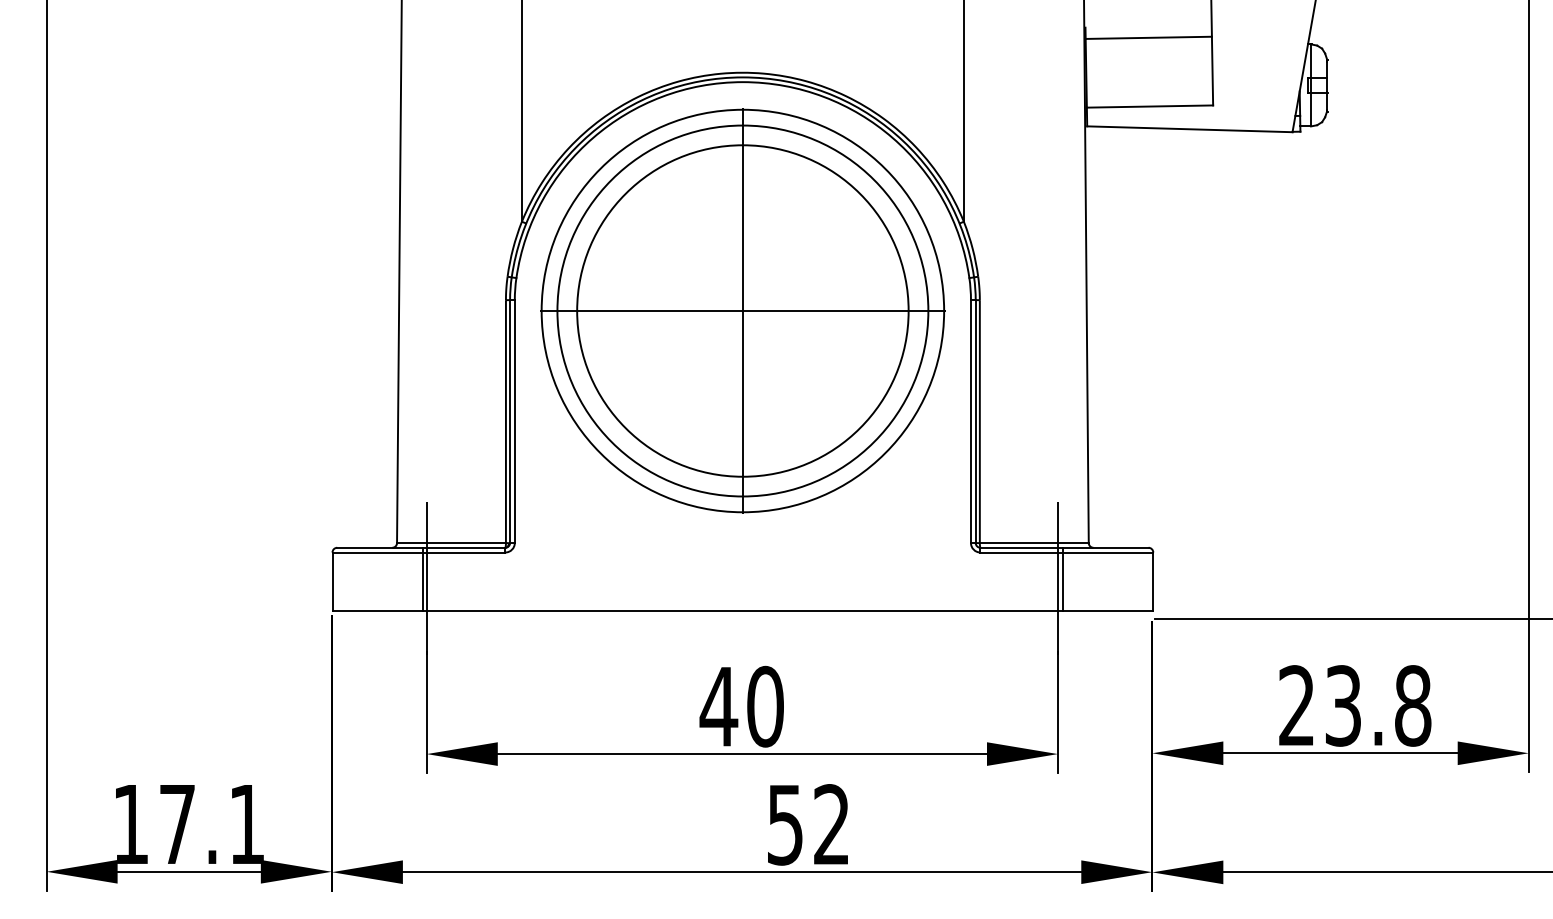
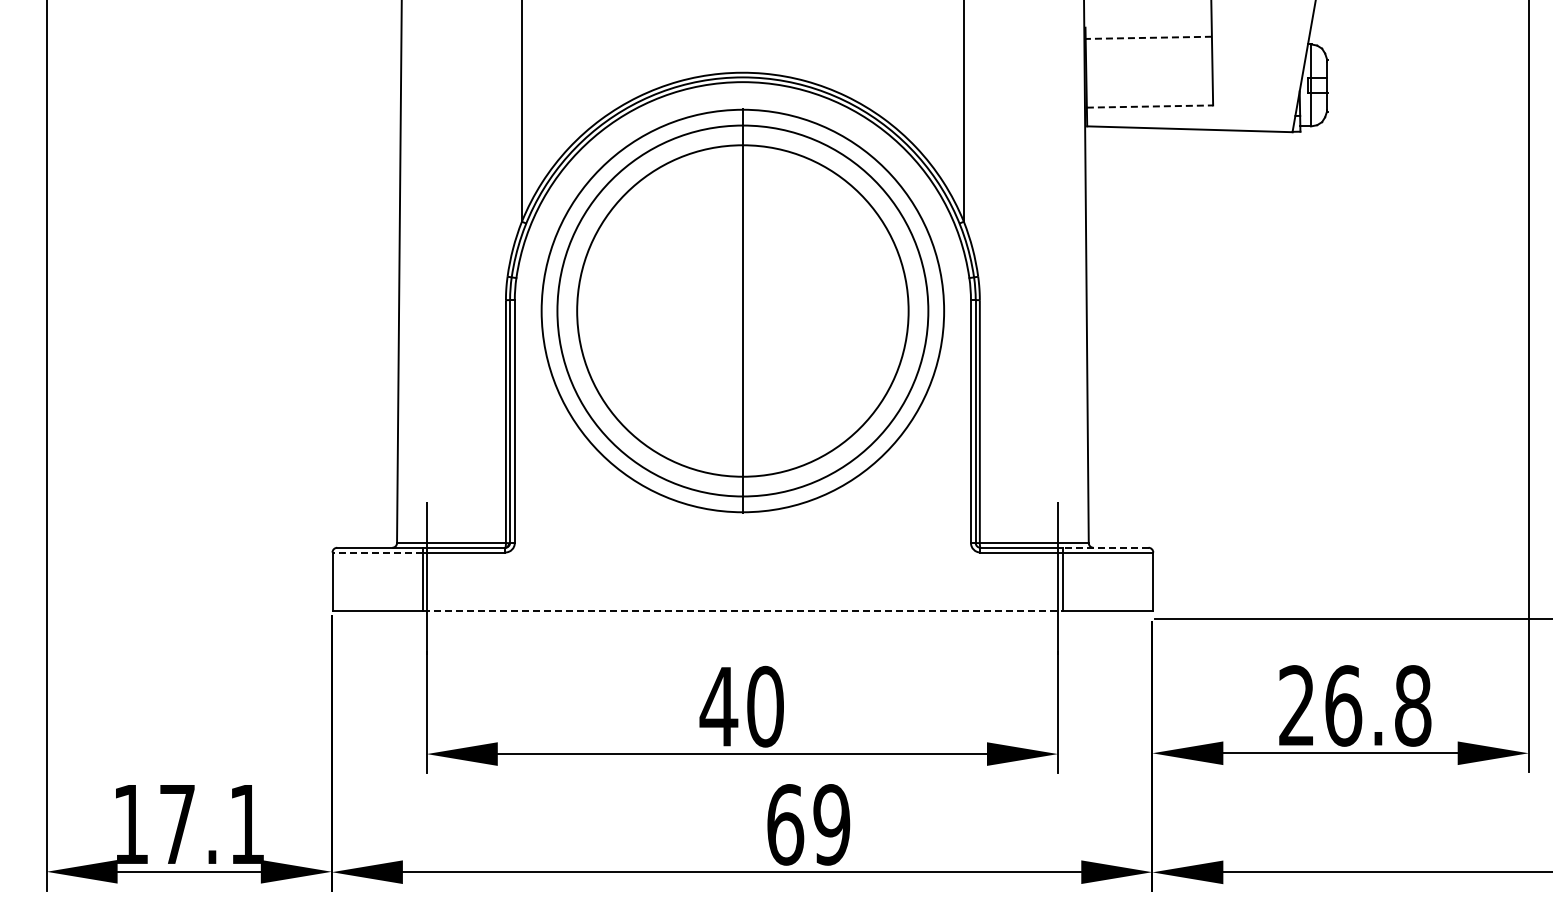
line at (1148, 37): solid -> dashed
line at (1150, 106): solid -> dashed
line at (742, 311): present -> none
line at (1105, 547): solid -> dashed
line at (377, 552): solid -> dashed
line at (742, 610): solid -> dashed
text at (1343, 705): 23.8 -> 26.8
text at (808, 824): 52 -> 69
